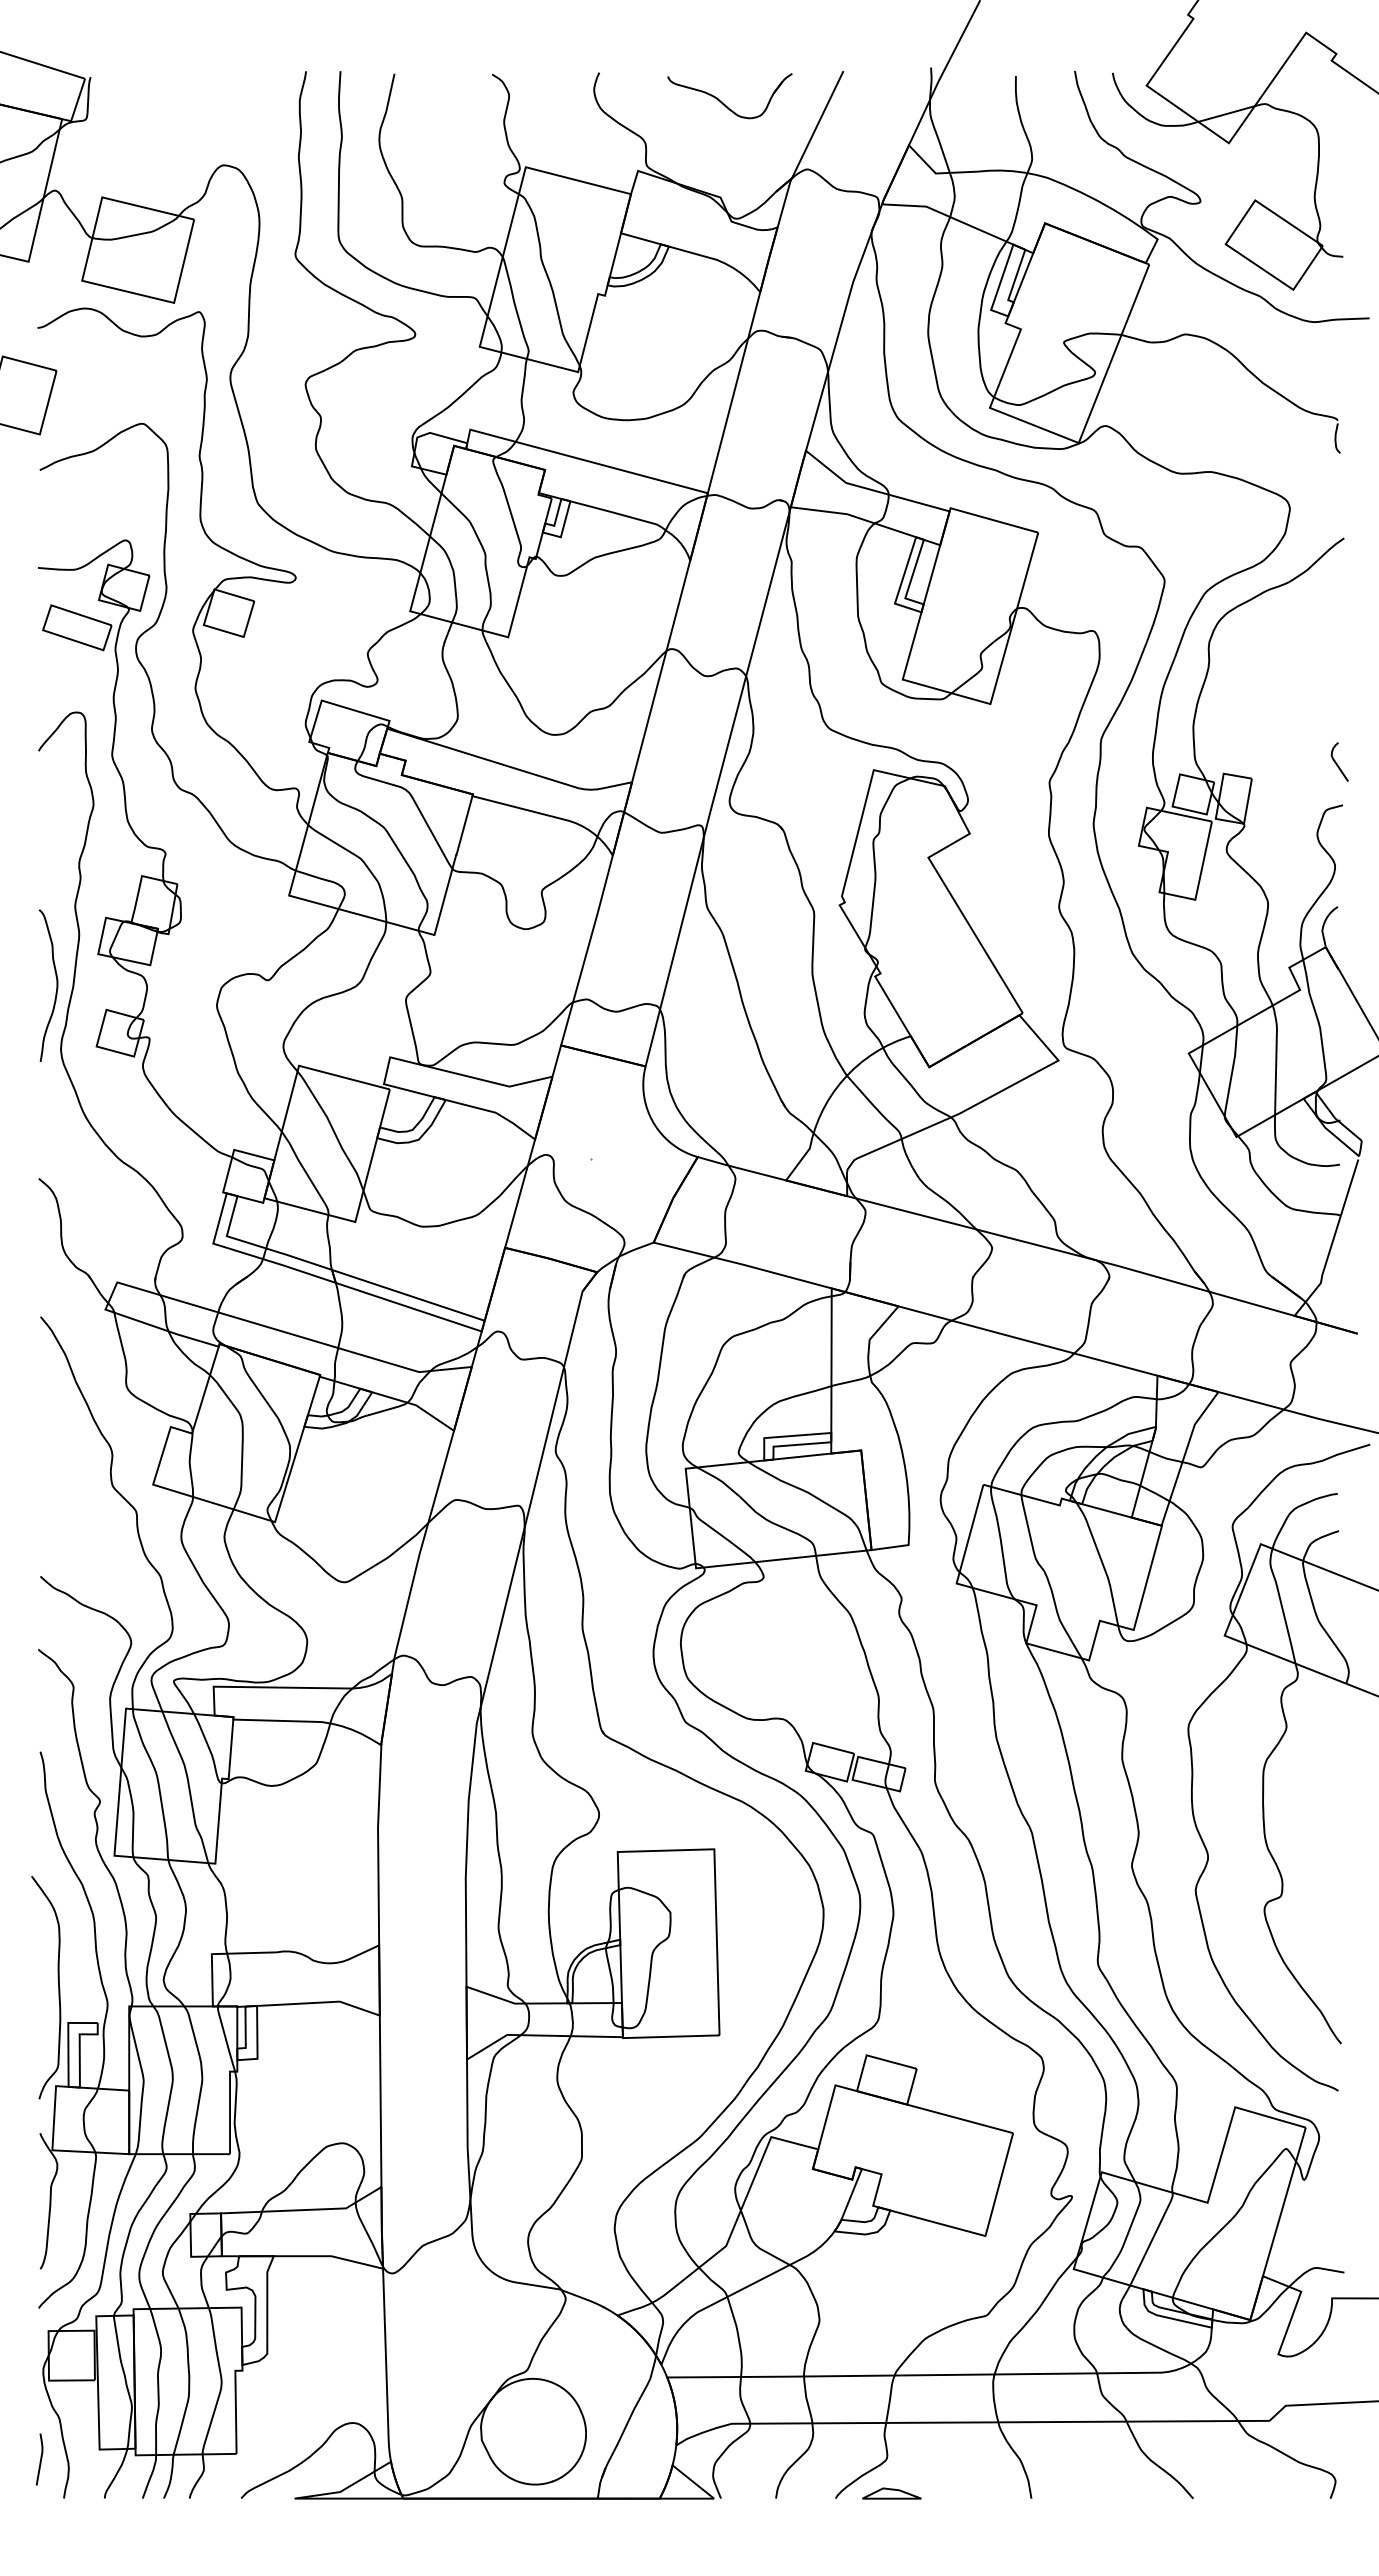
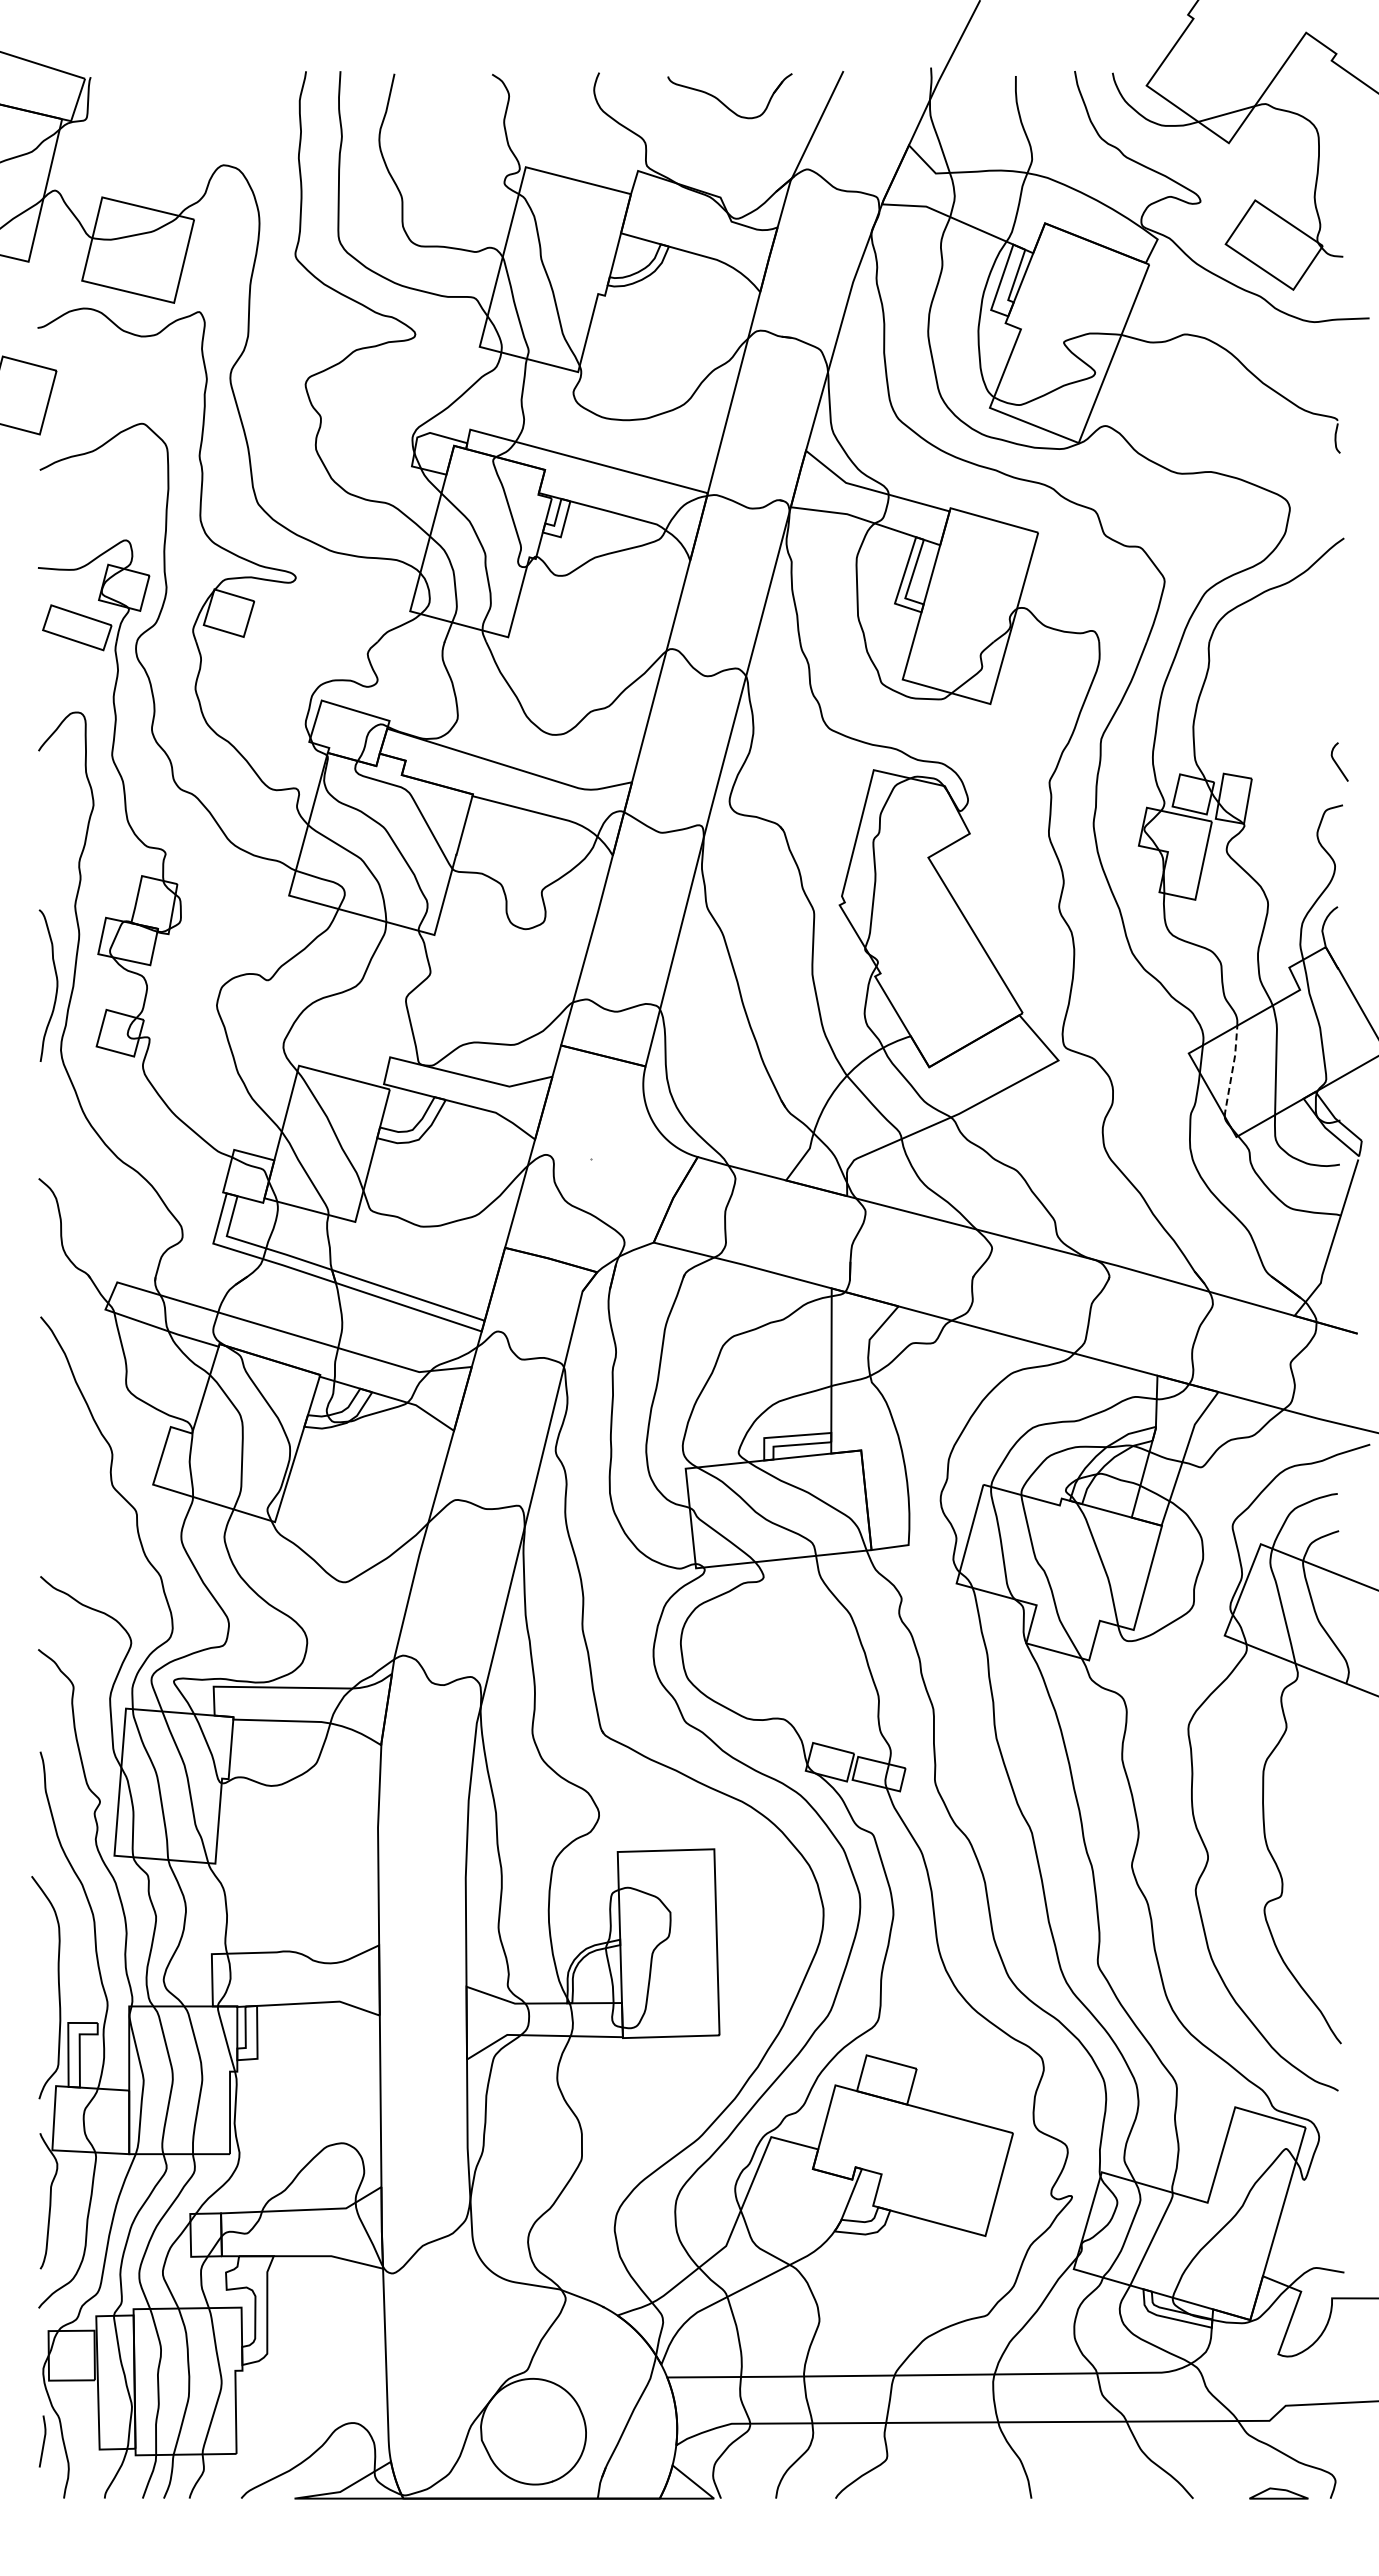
line at (1232, 1071): solid -> dashed
line at (40, 2459) position: (40, 2459) -> (43, 2441)
part at (891, 2493) position: (891, 2493) -> (1278, 2493)
